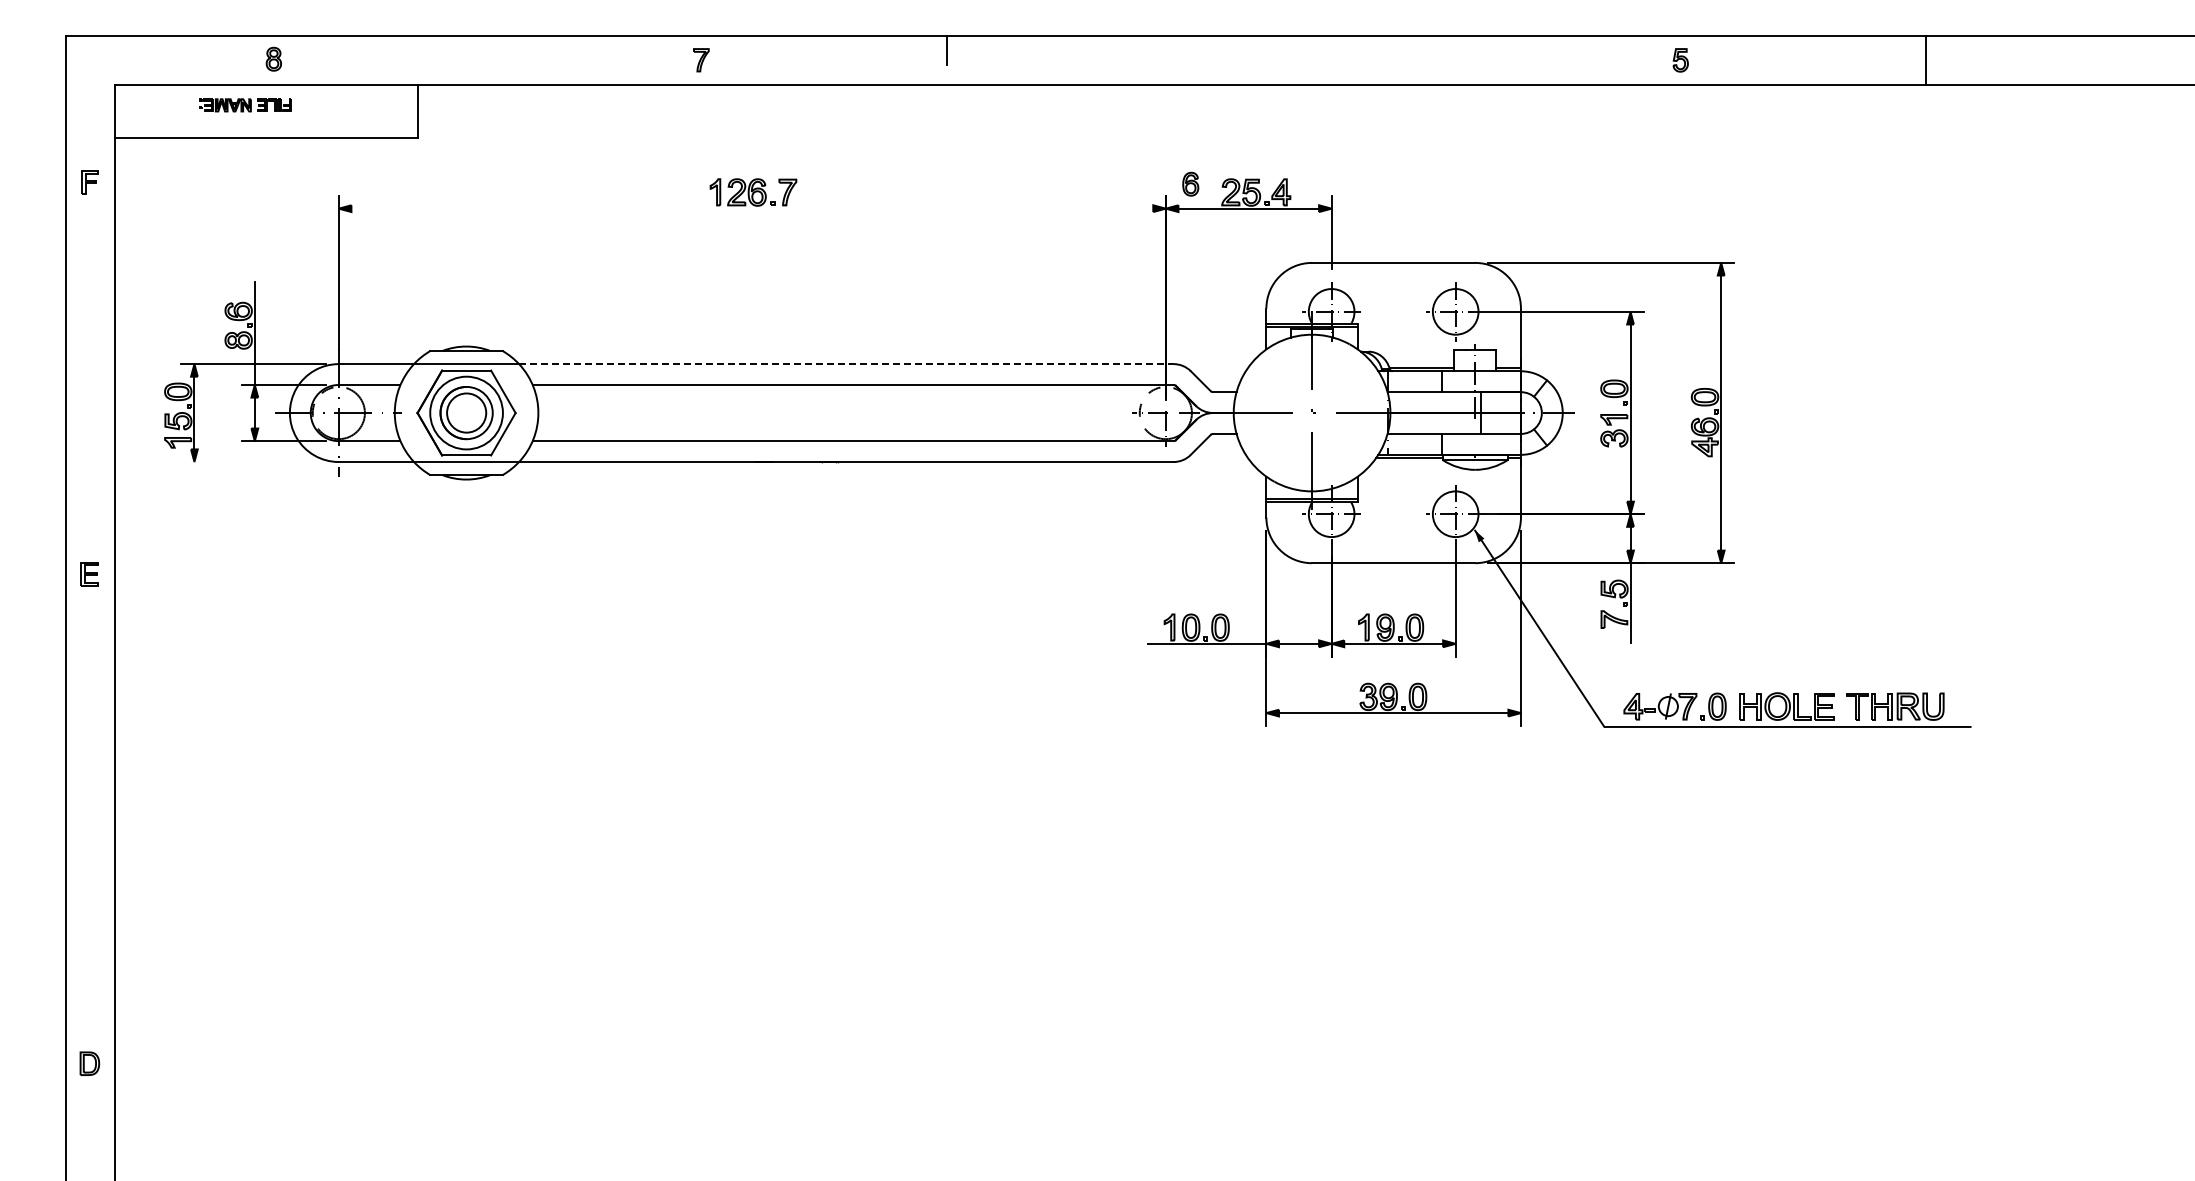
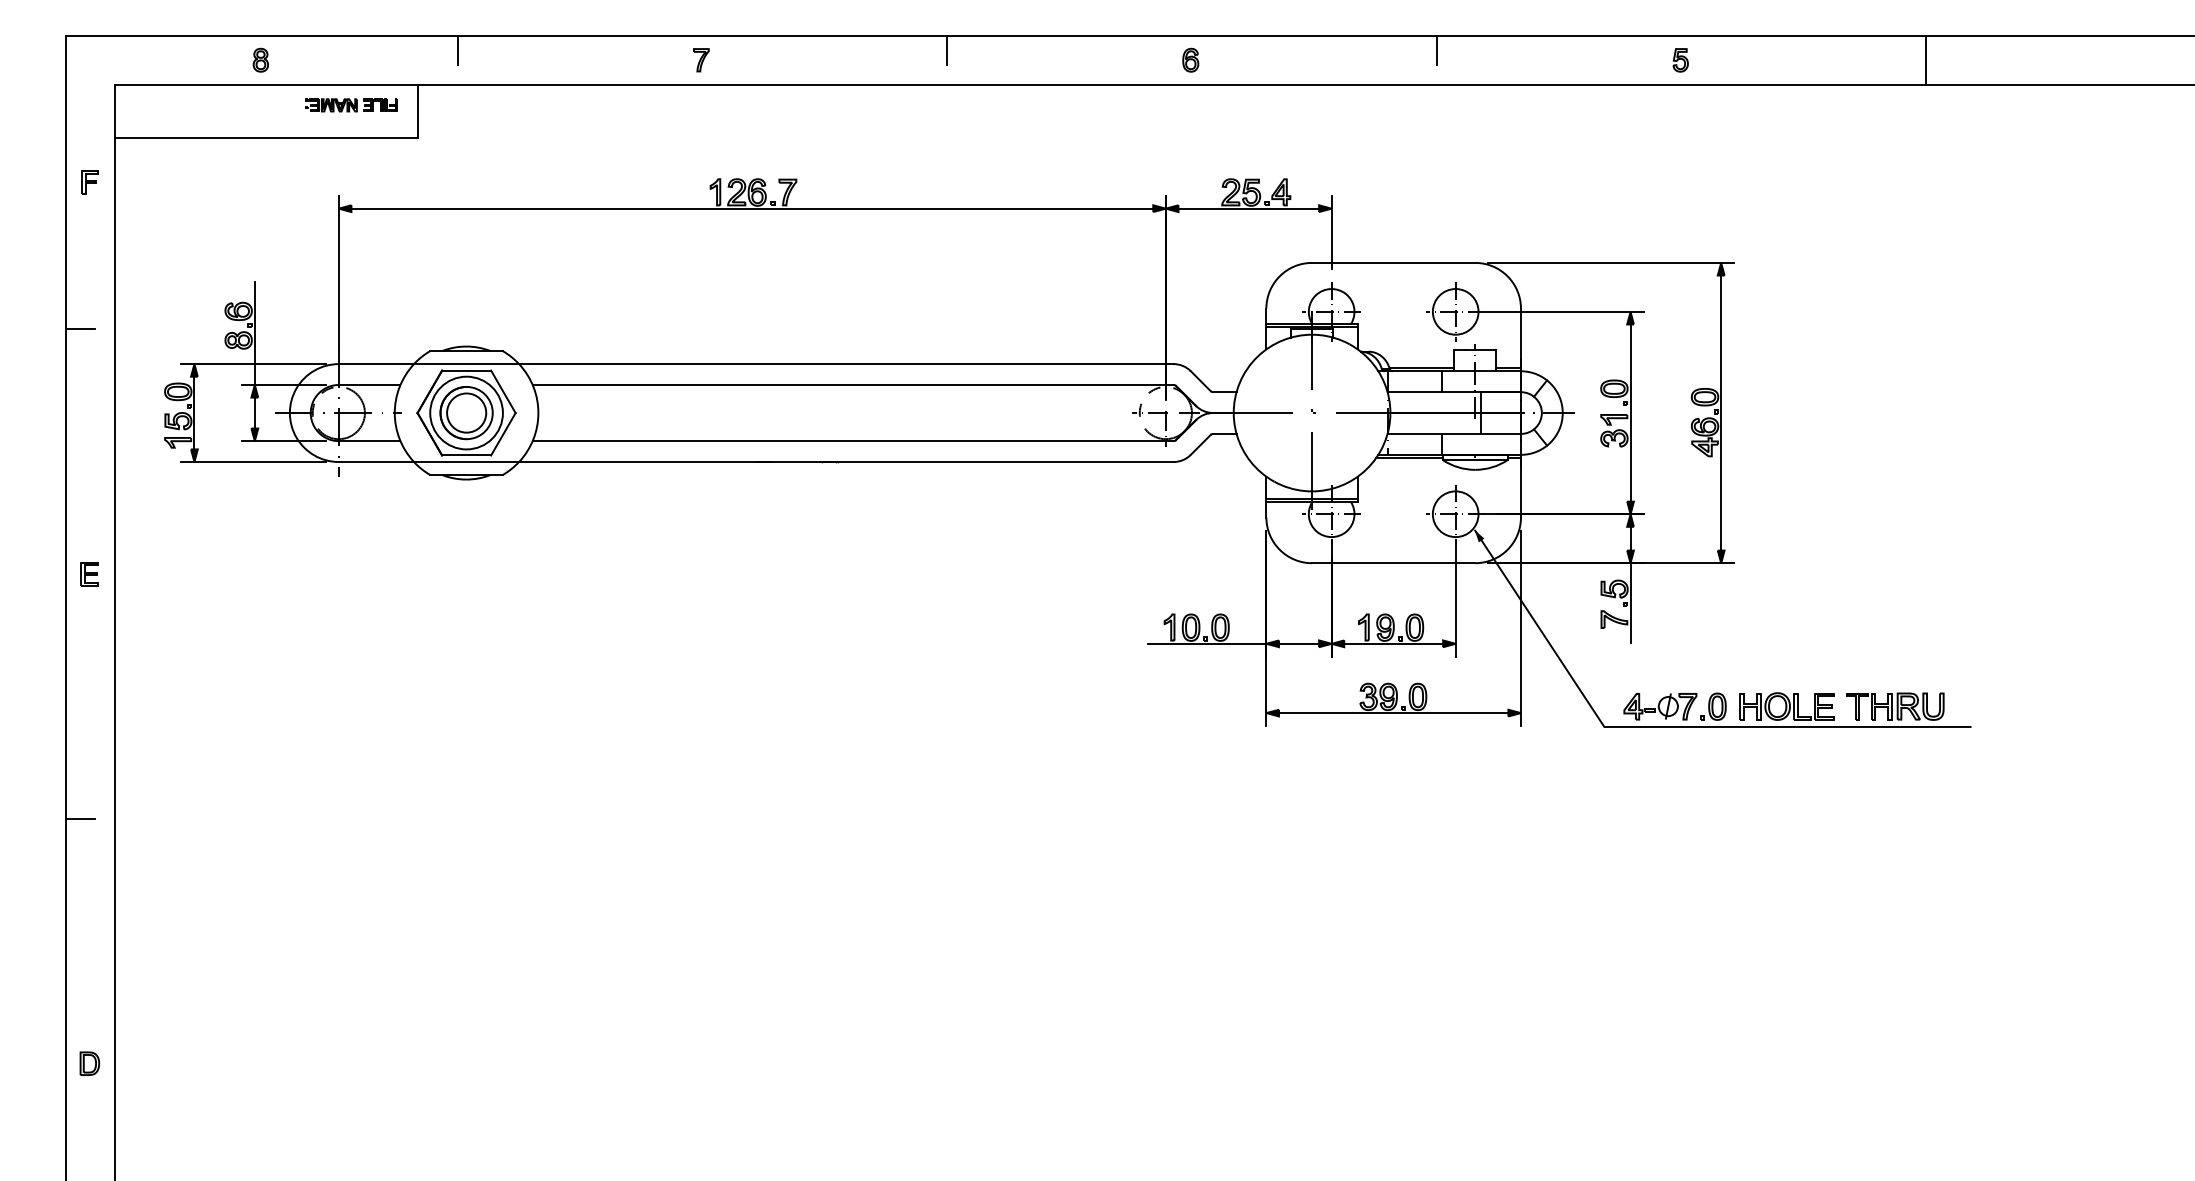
line at (457, 50): none -> present
line at (1436, 50): none -> present
part at (273, 58) position: (273, 58) -> (260, 59)
part at (245, 105) position: (245, 105) -> (351, 105)
part at (1190, 183) position: (1190, 183) -> (1190, 59)
line at (752, 208): none -> present
line at (80, 329): none -> present
line at (846, 364): dashed -> solid
line at (253, 462): none -> present
line at (80, 818): none -> present
